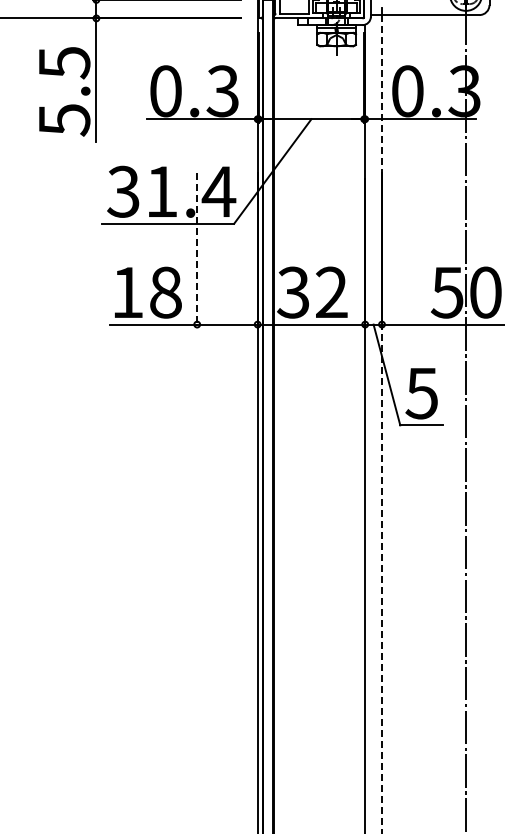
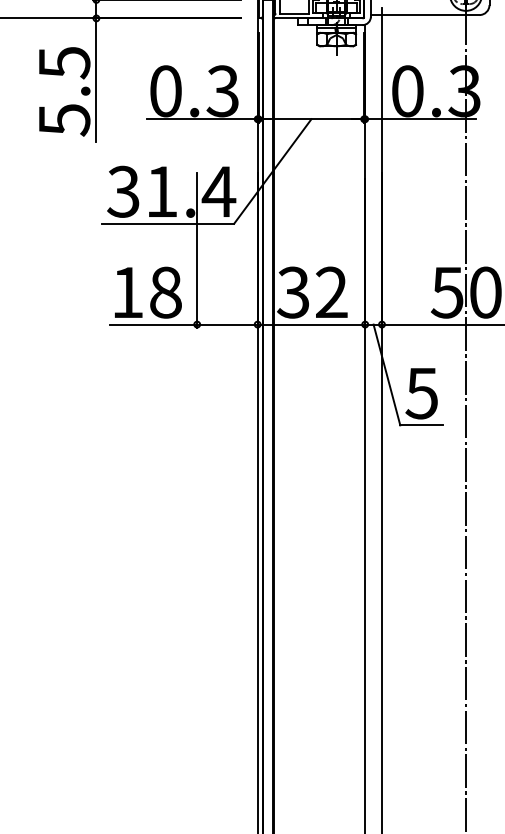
line at (197, 250): dashed -> solid
line at (381, 425): dashed -> solid
